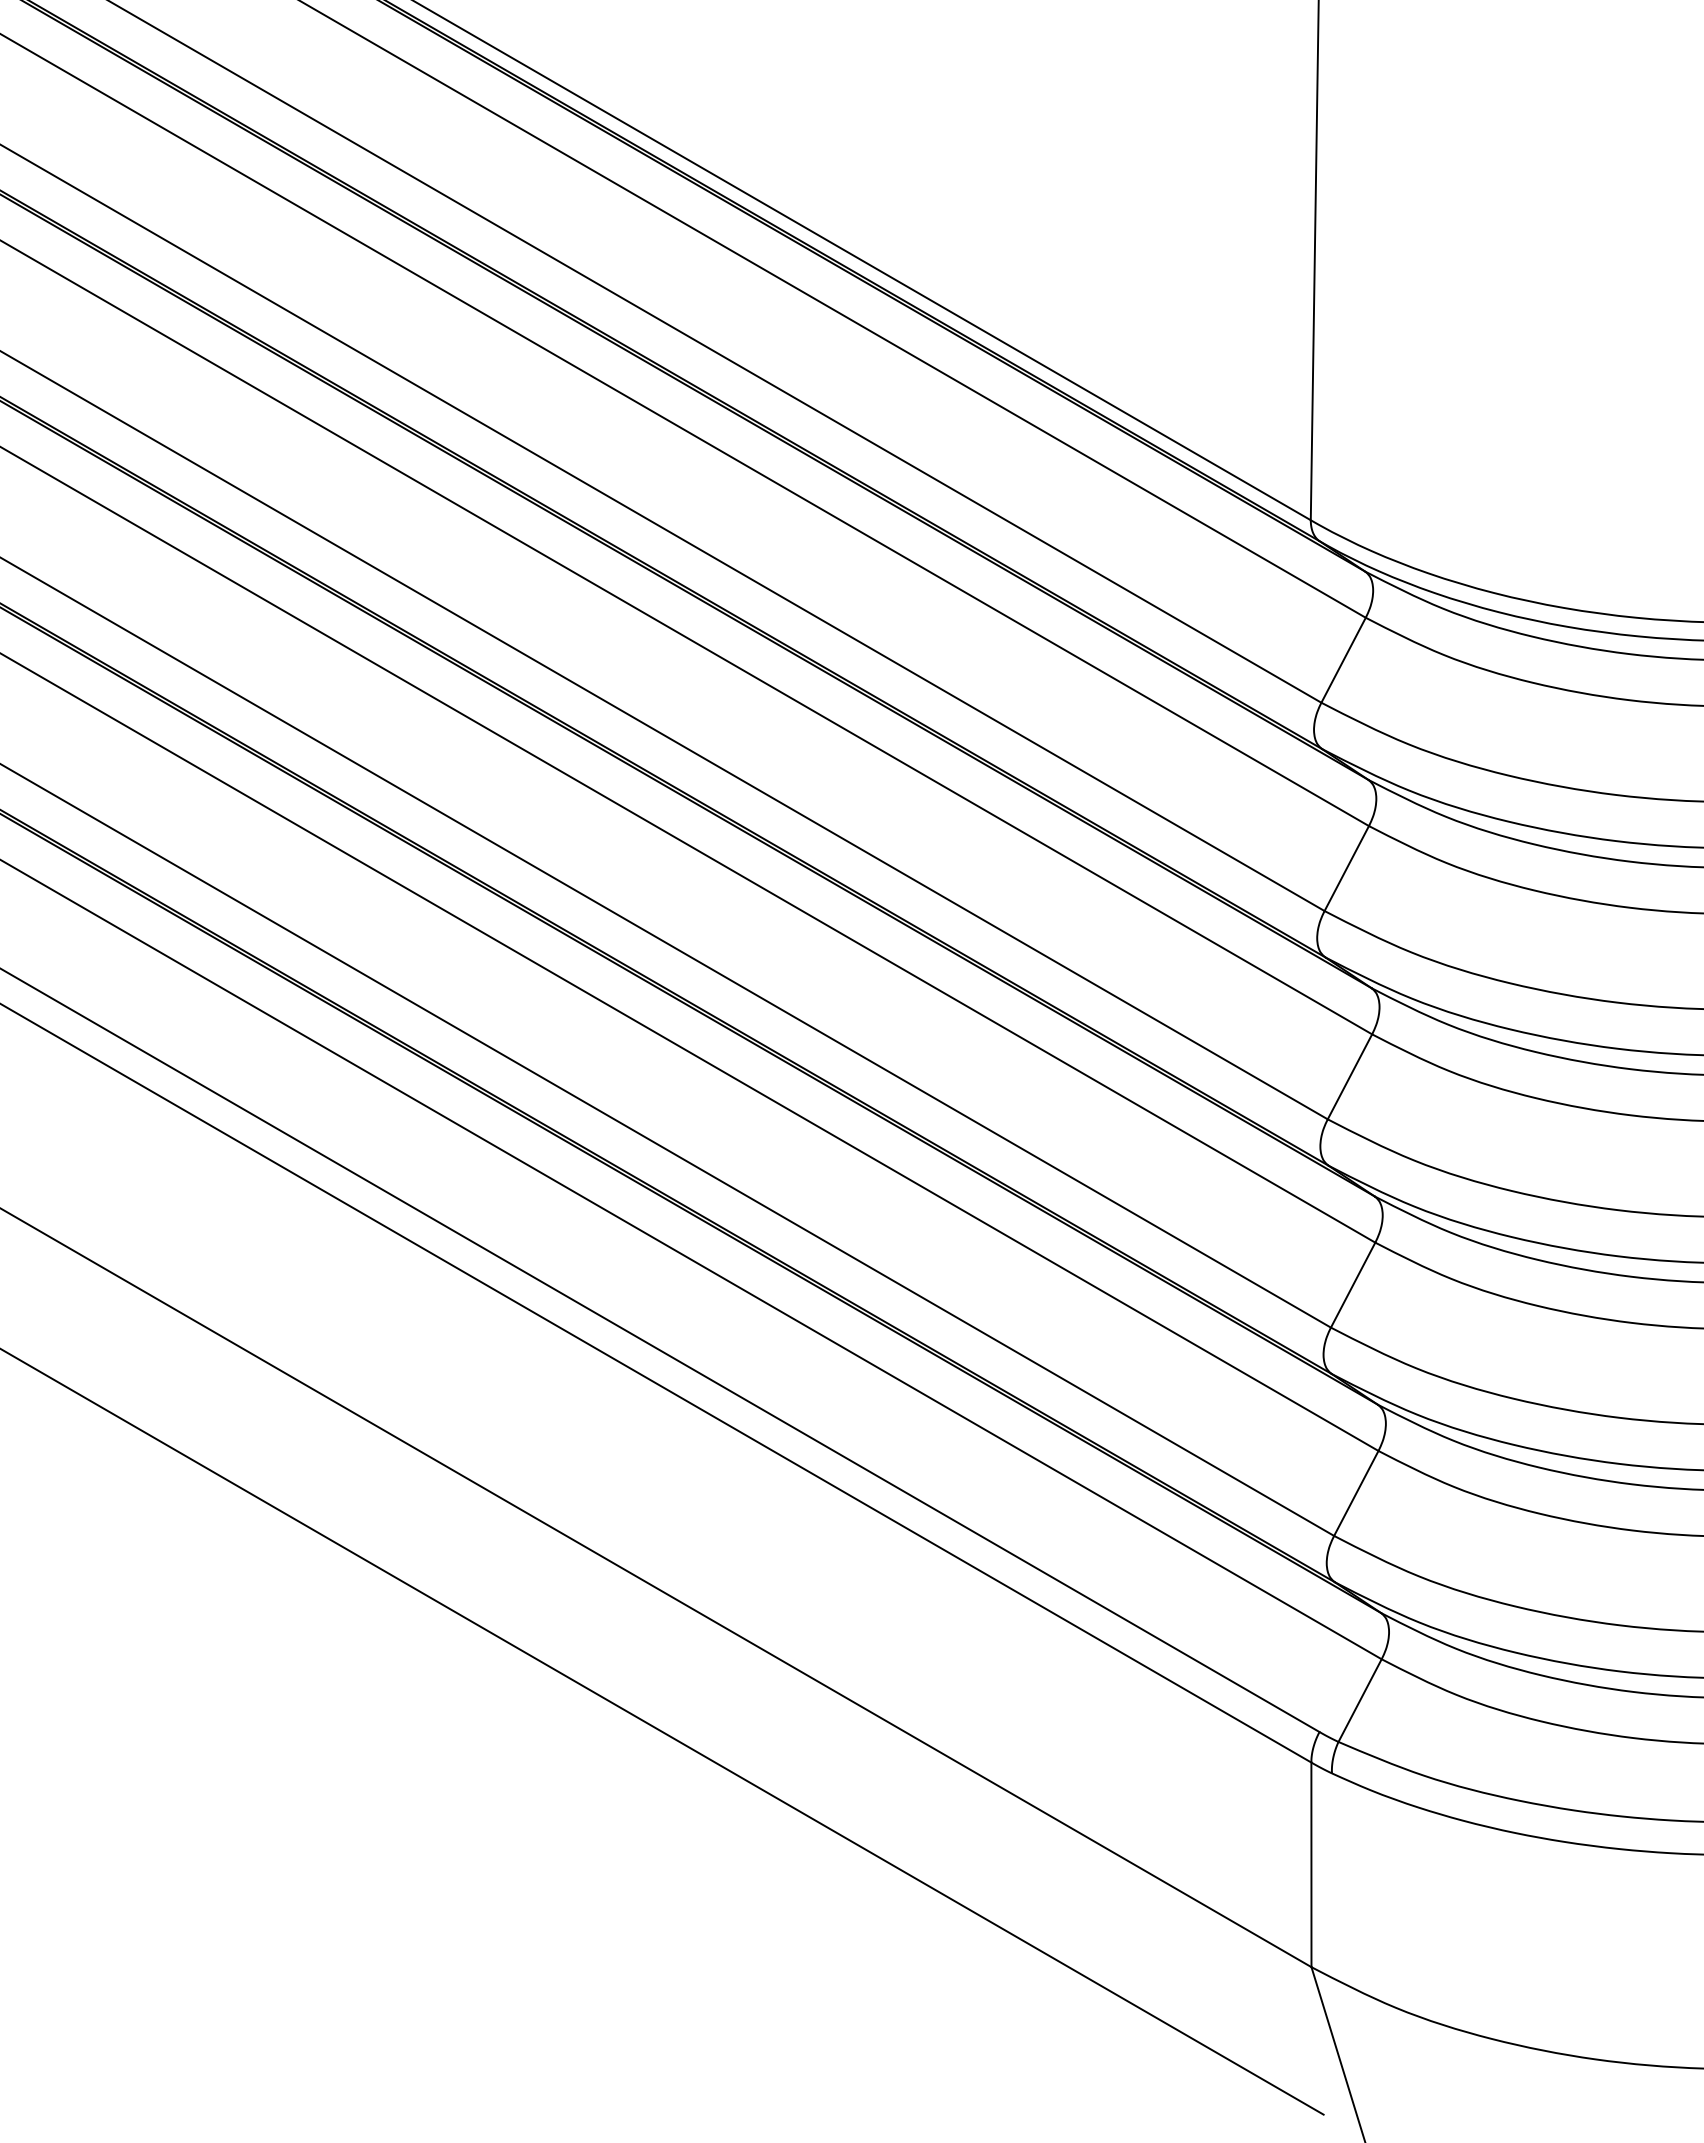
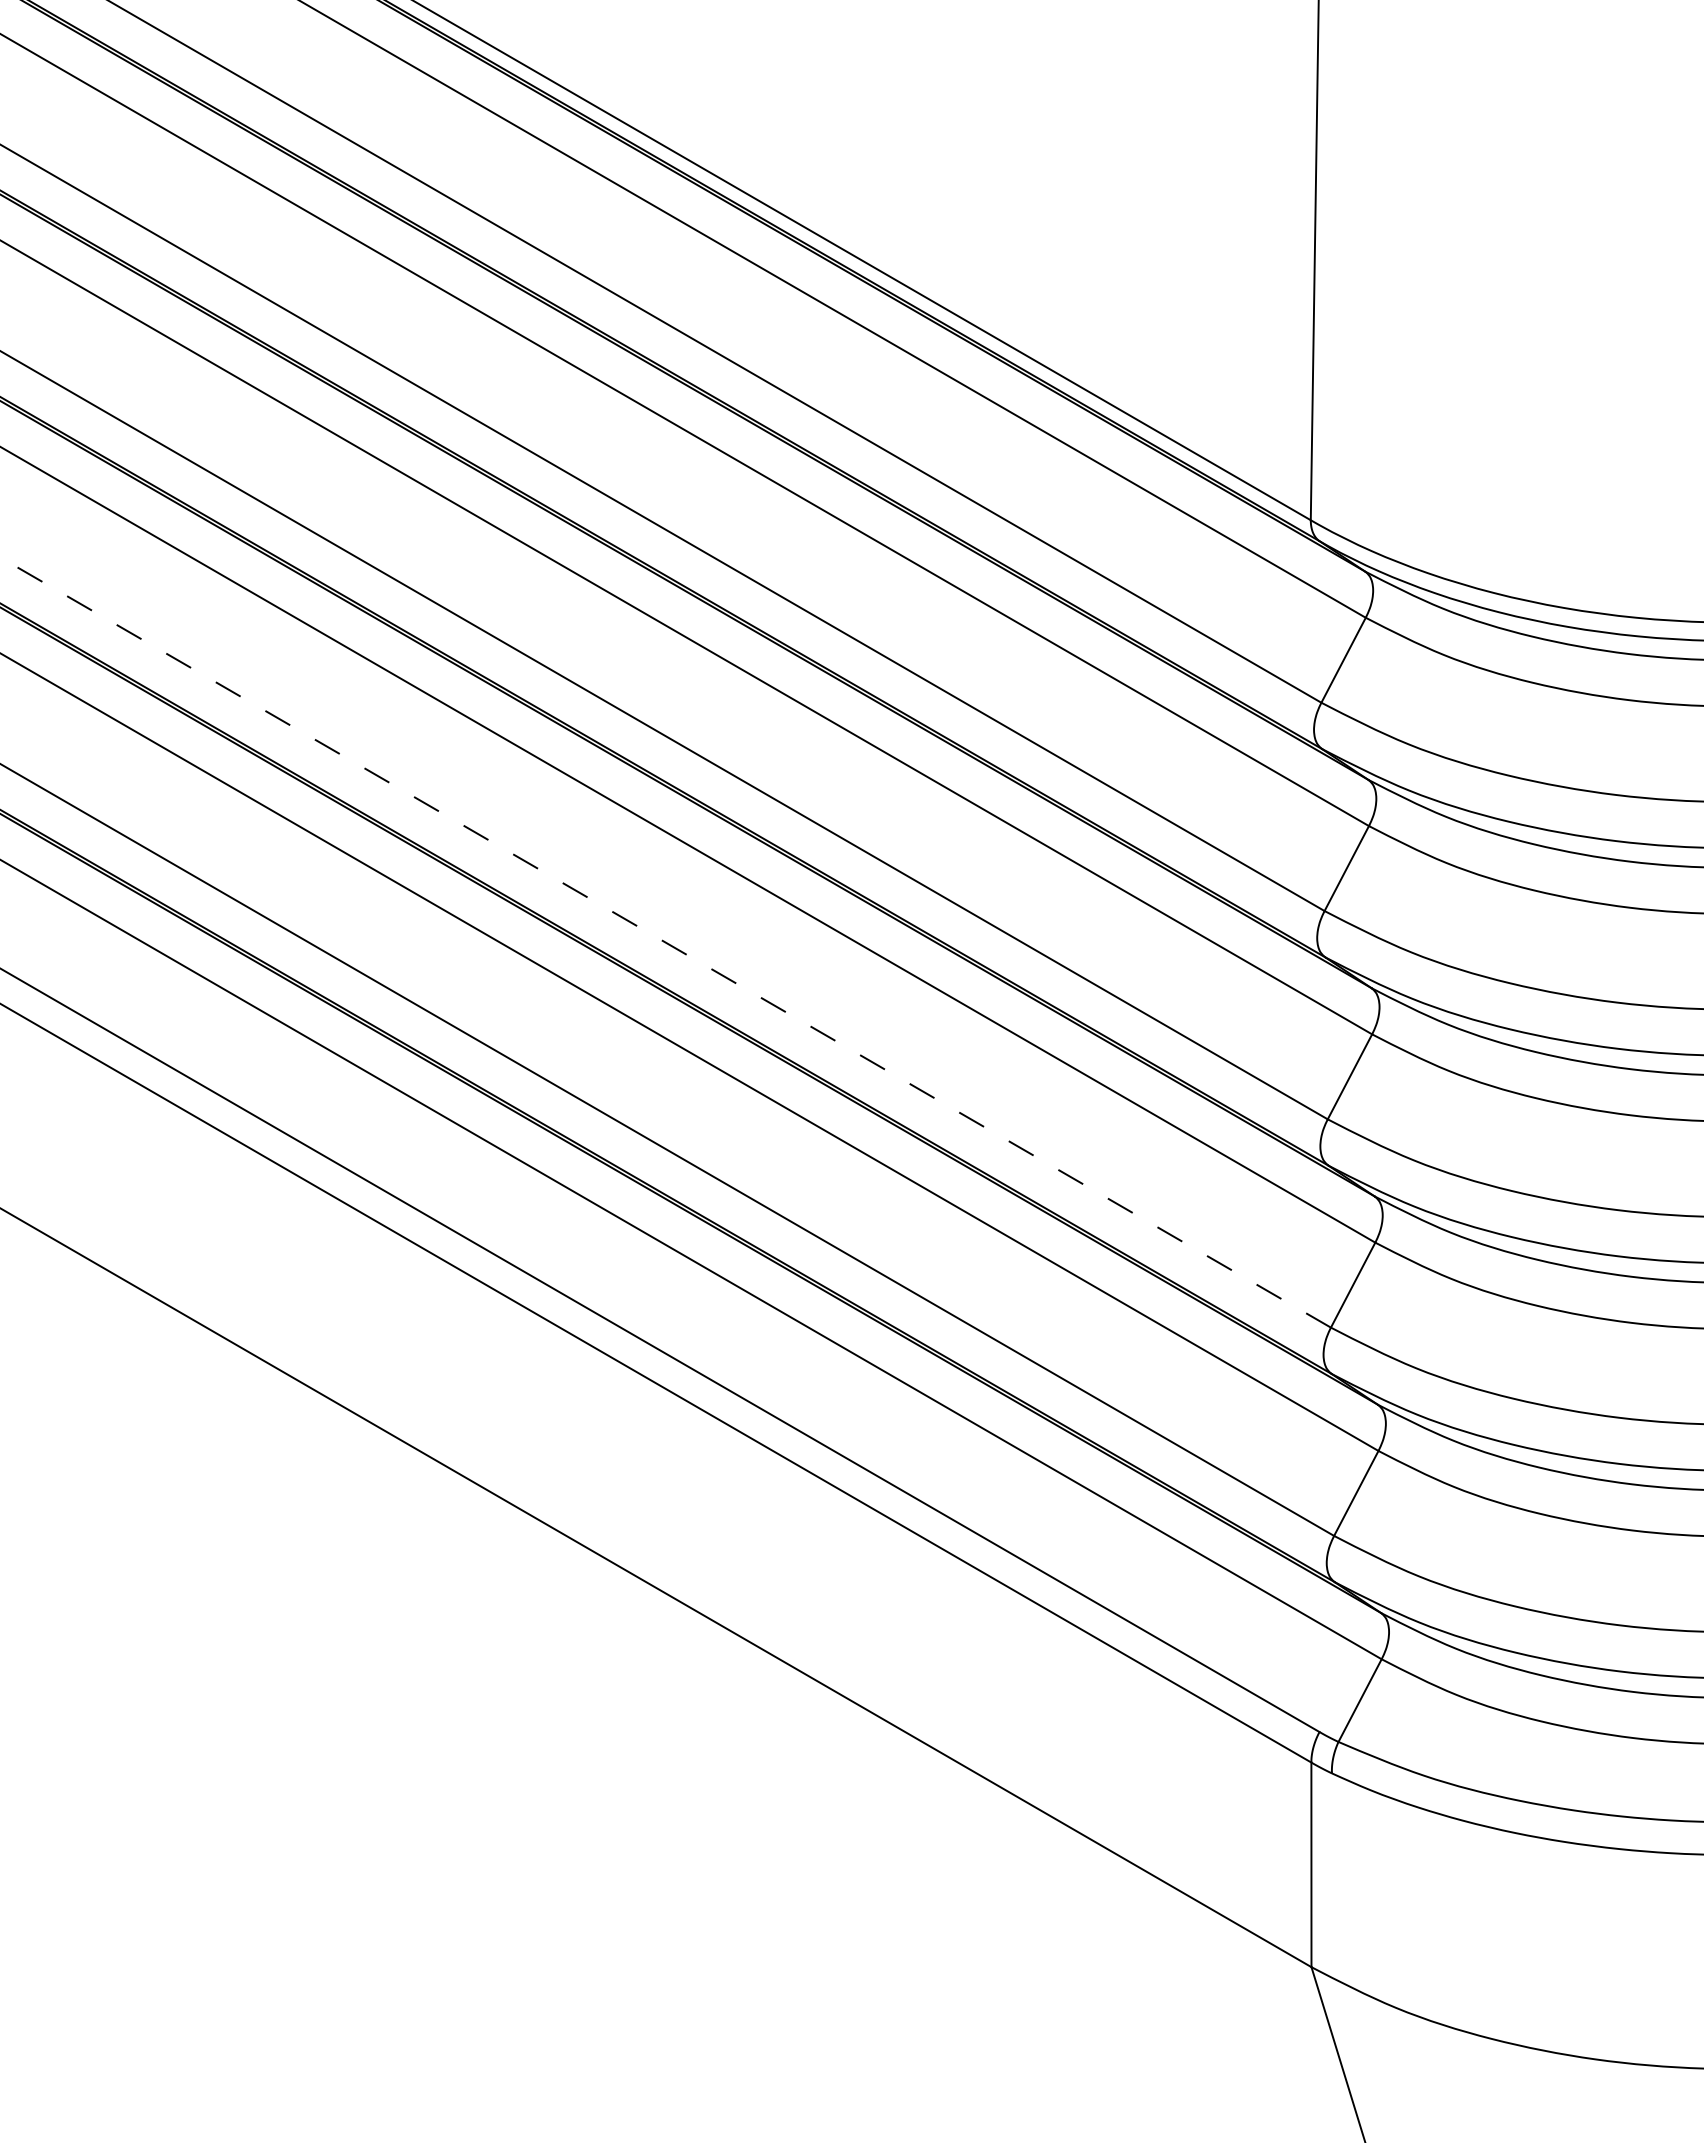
line at (665, 942): solid -> dashed
line at (662, 1732): present -> none
